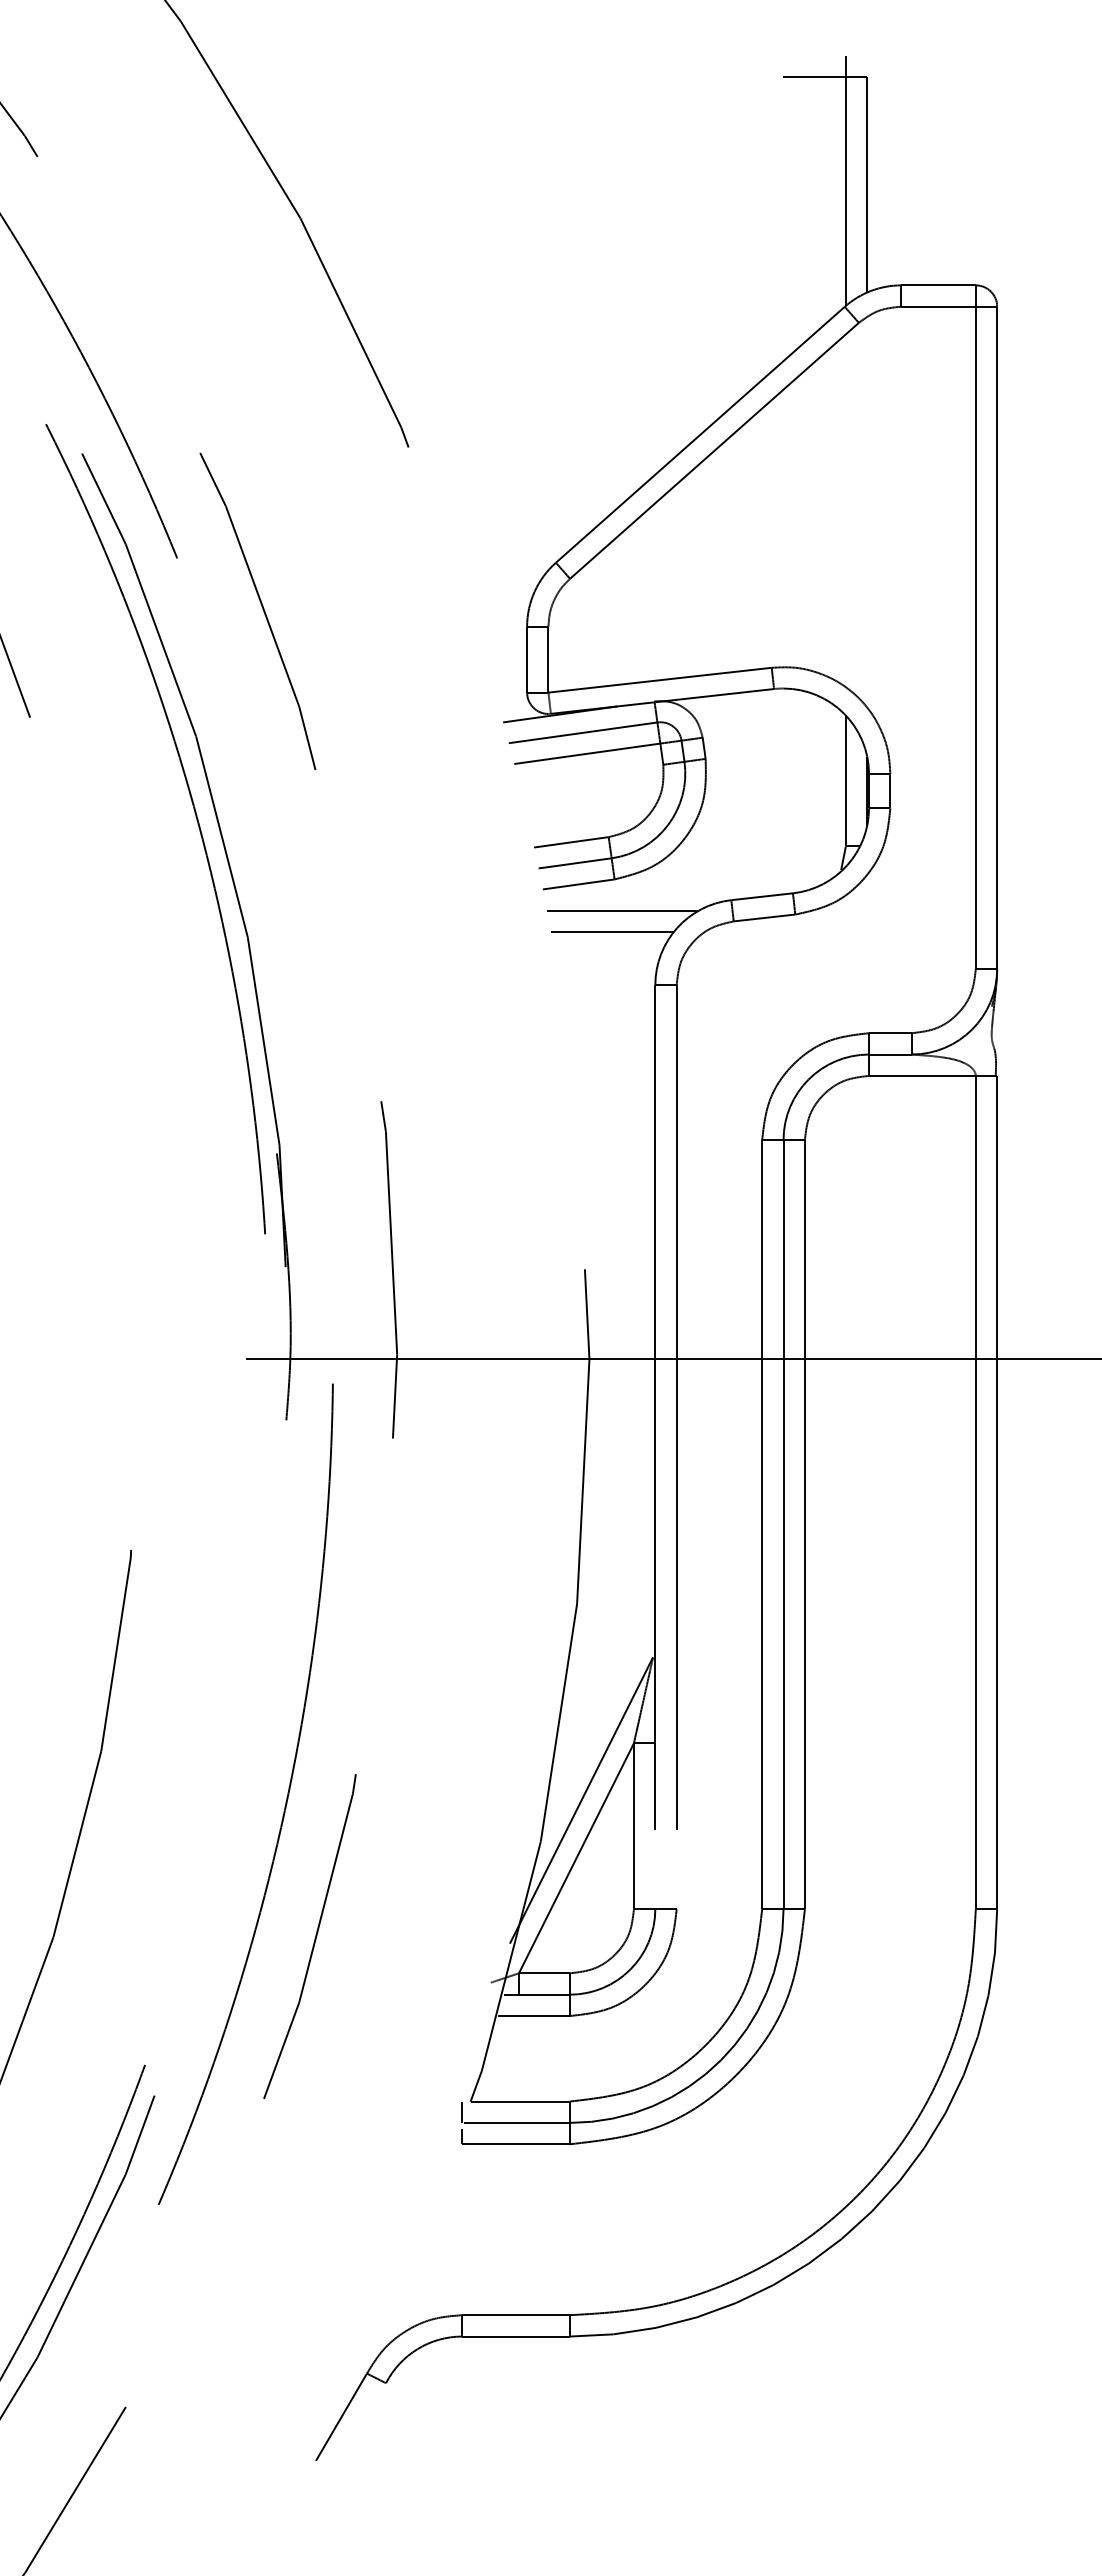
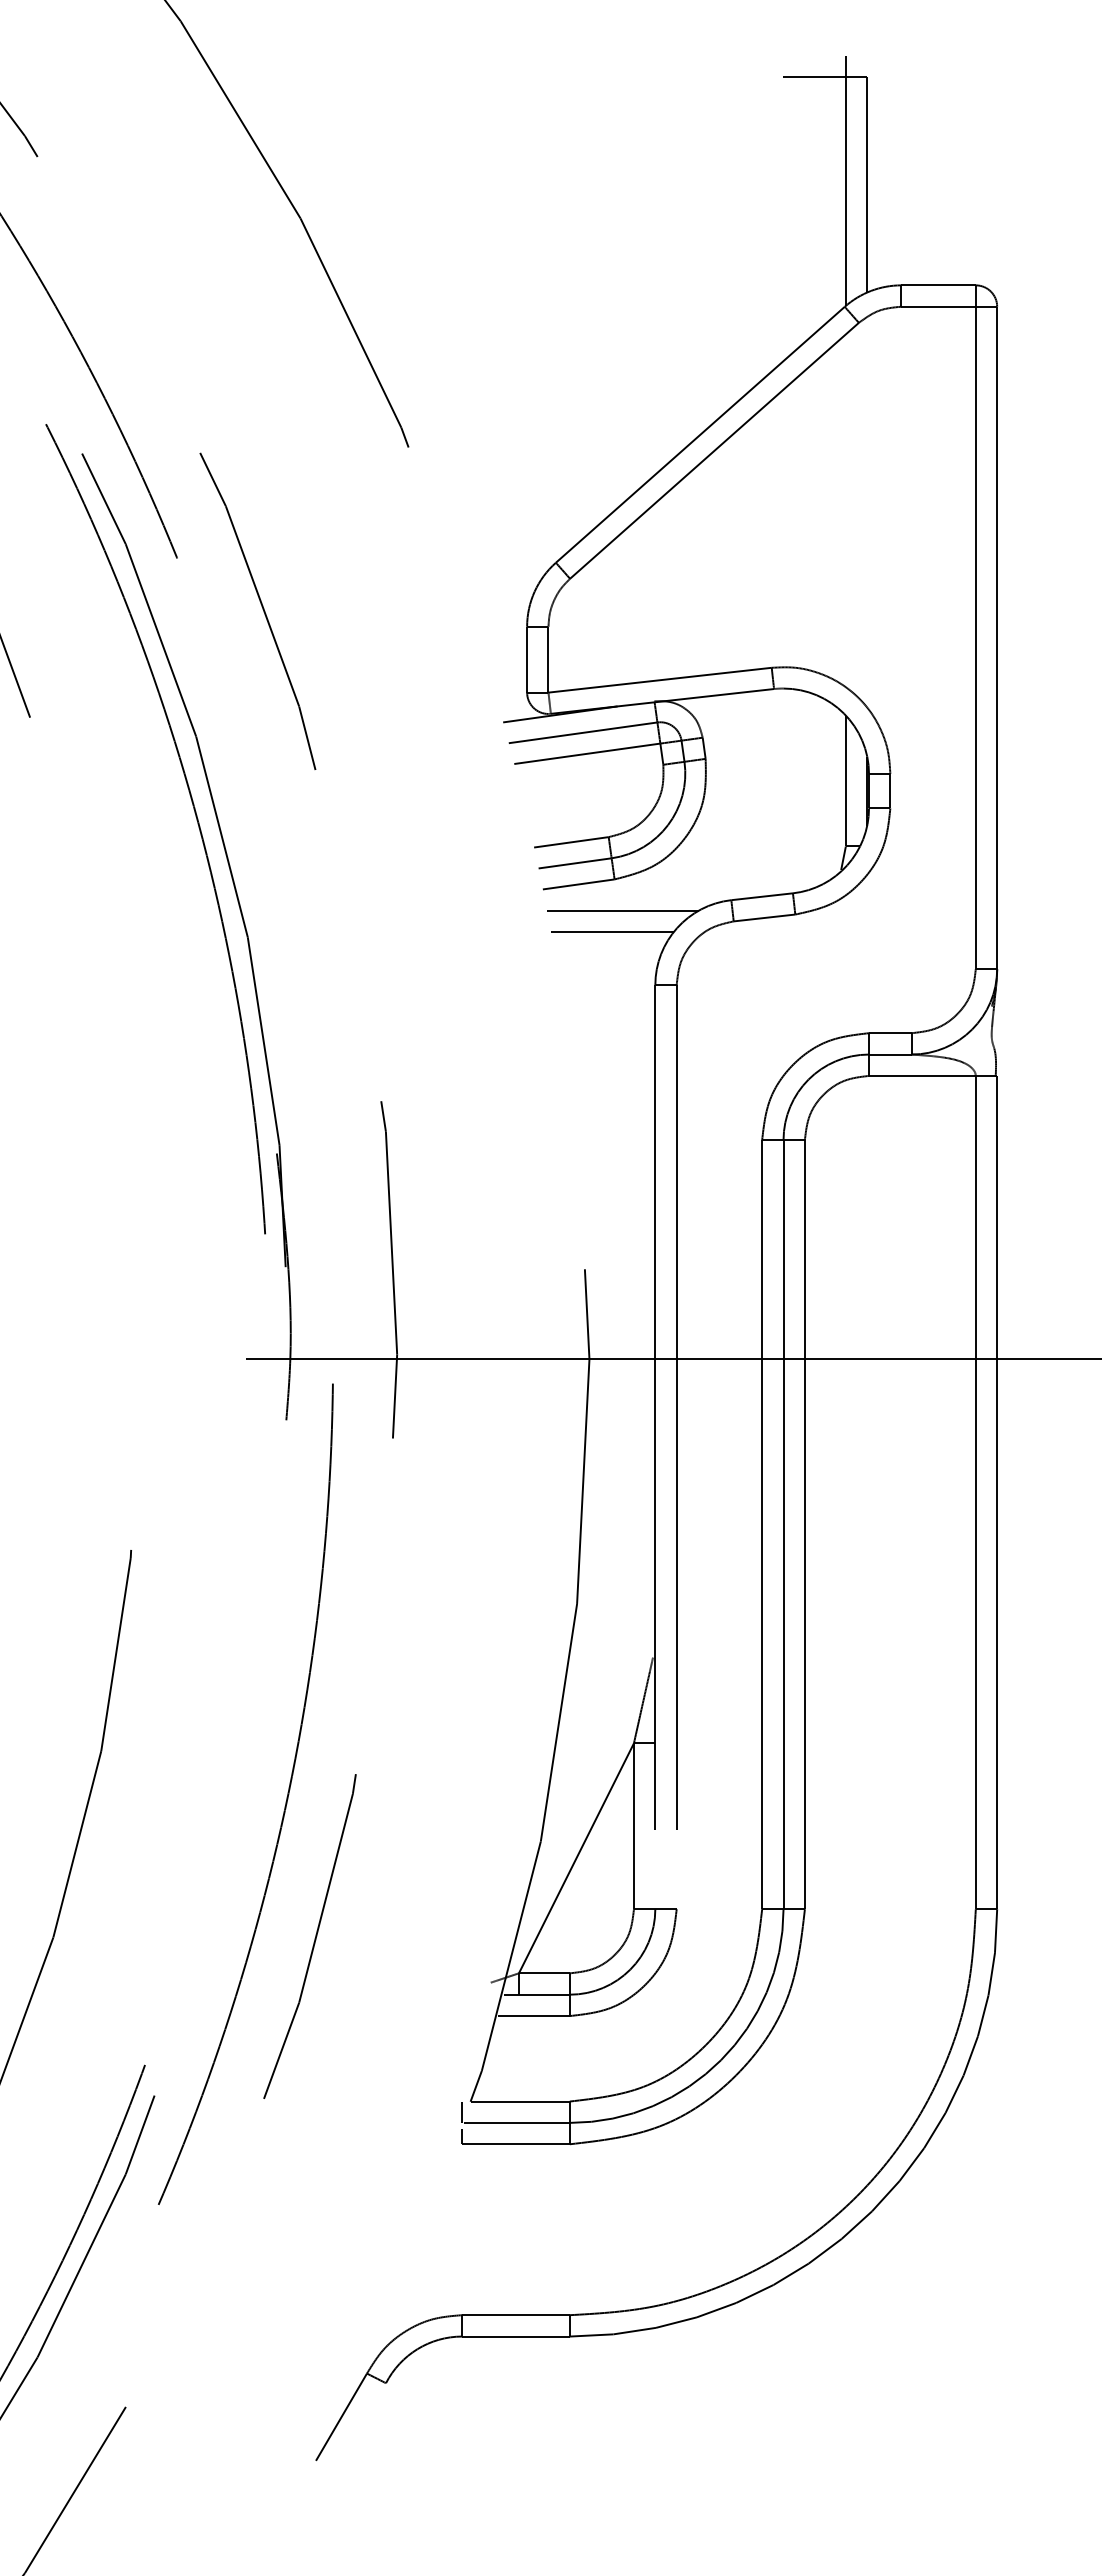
line at (581, 1800): present -> none
